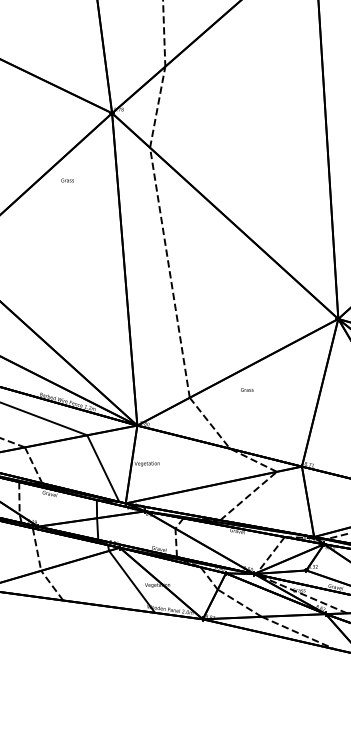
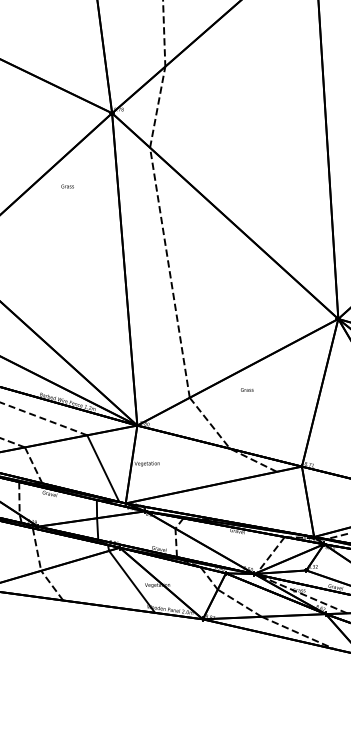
text at (67, 180) position: (67, 180) -> (67, 186)
line at (43, 418): solid -> dashed
line at (248, 495): present -> none
